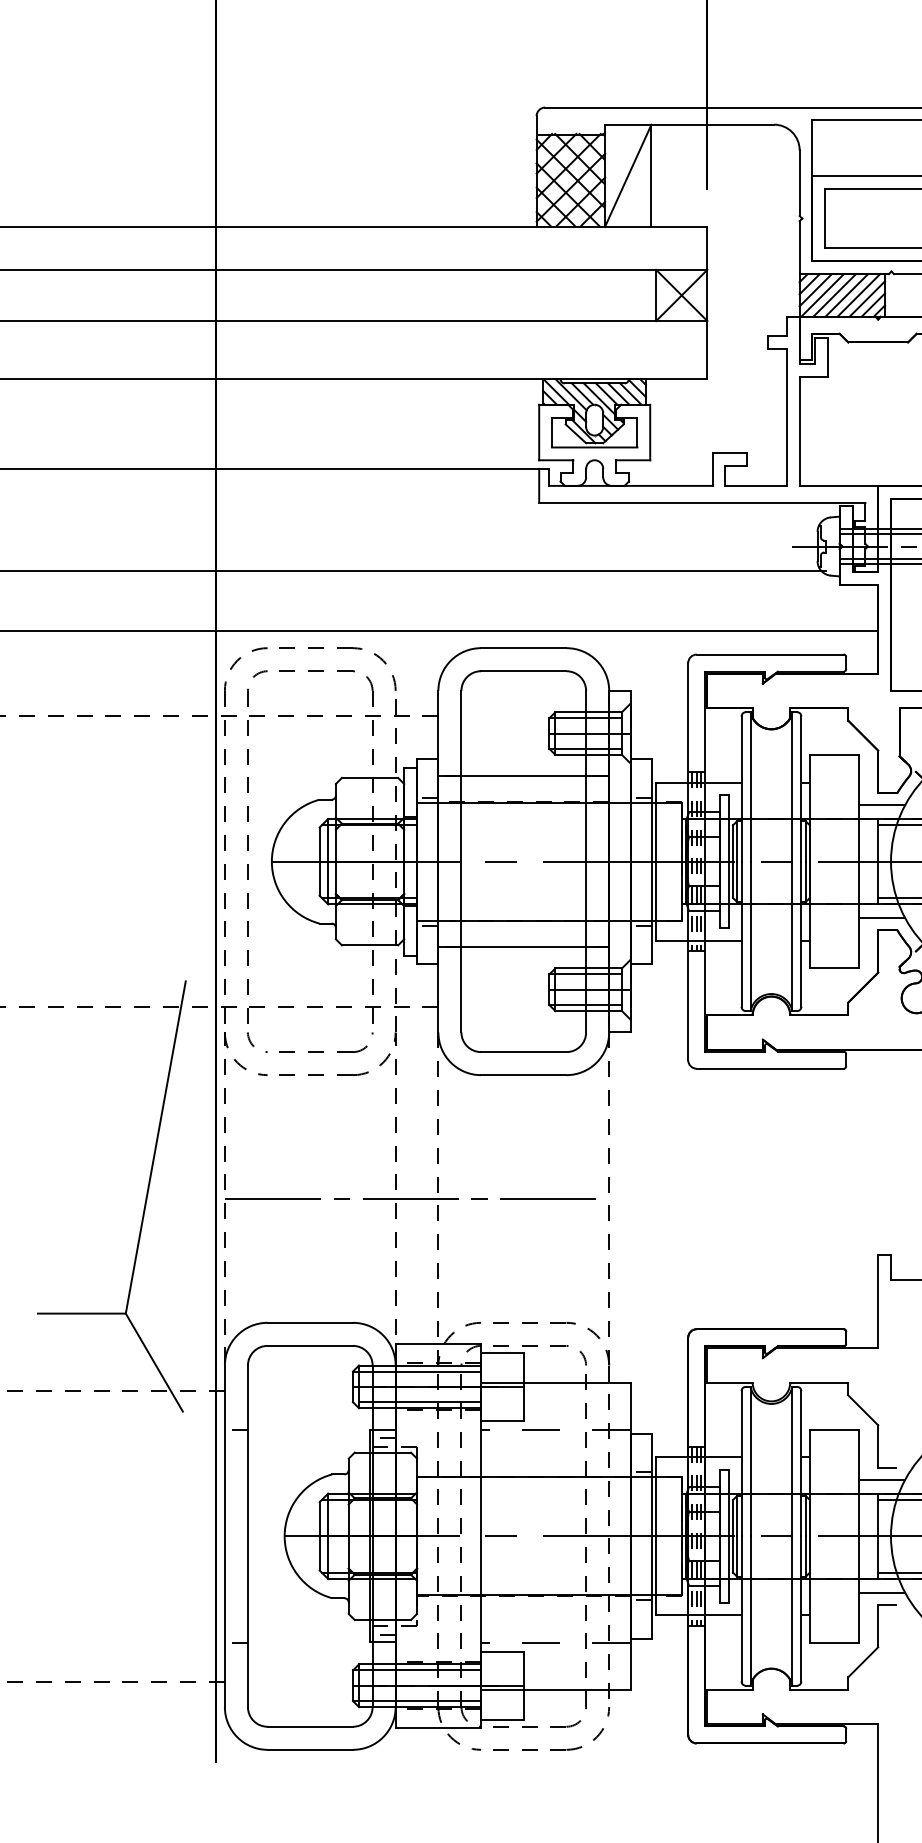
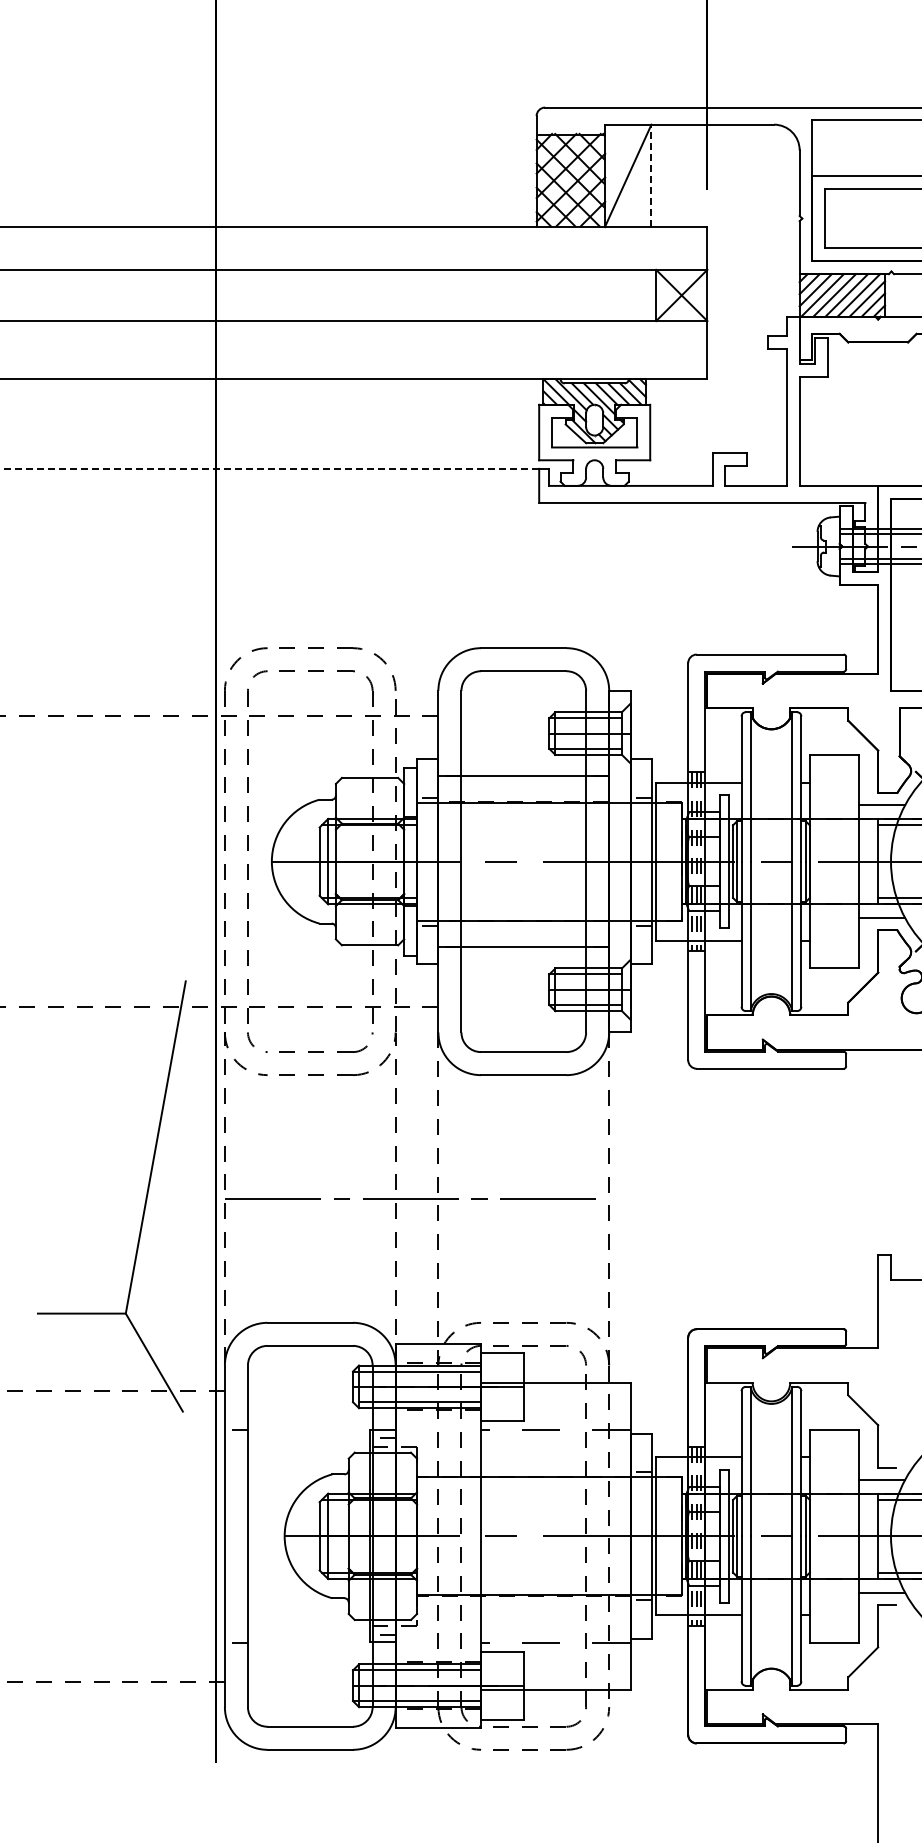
line at (651, 175): solid -> dashed
line at (269, 468): solid -> dashed
line at (414, 571): present -> none
line at (440, 631): present -> none
